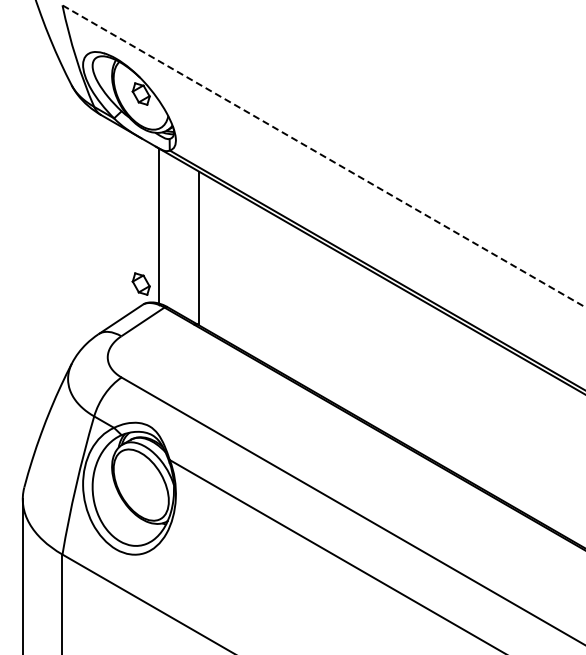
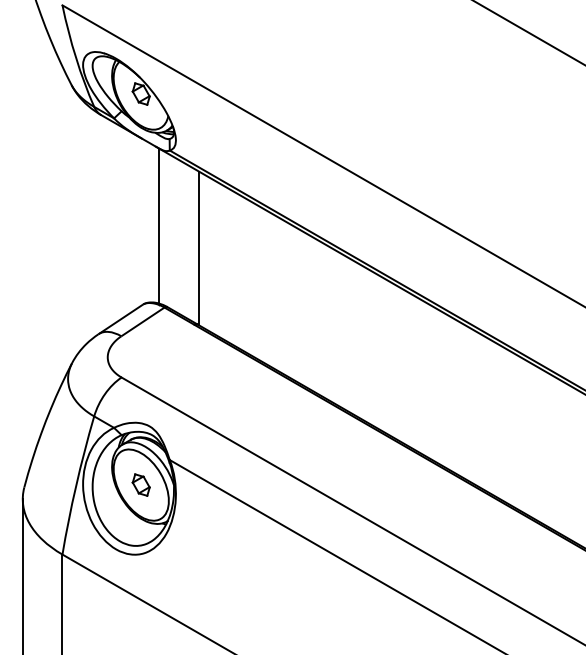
line at (528, 32): none -> present
line at (323, 156): dashed -> solid
part at (140, 283) position: (140, 283) -> (140, 484)
